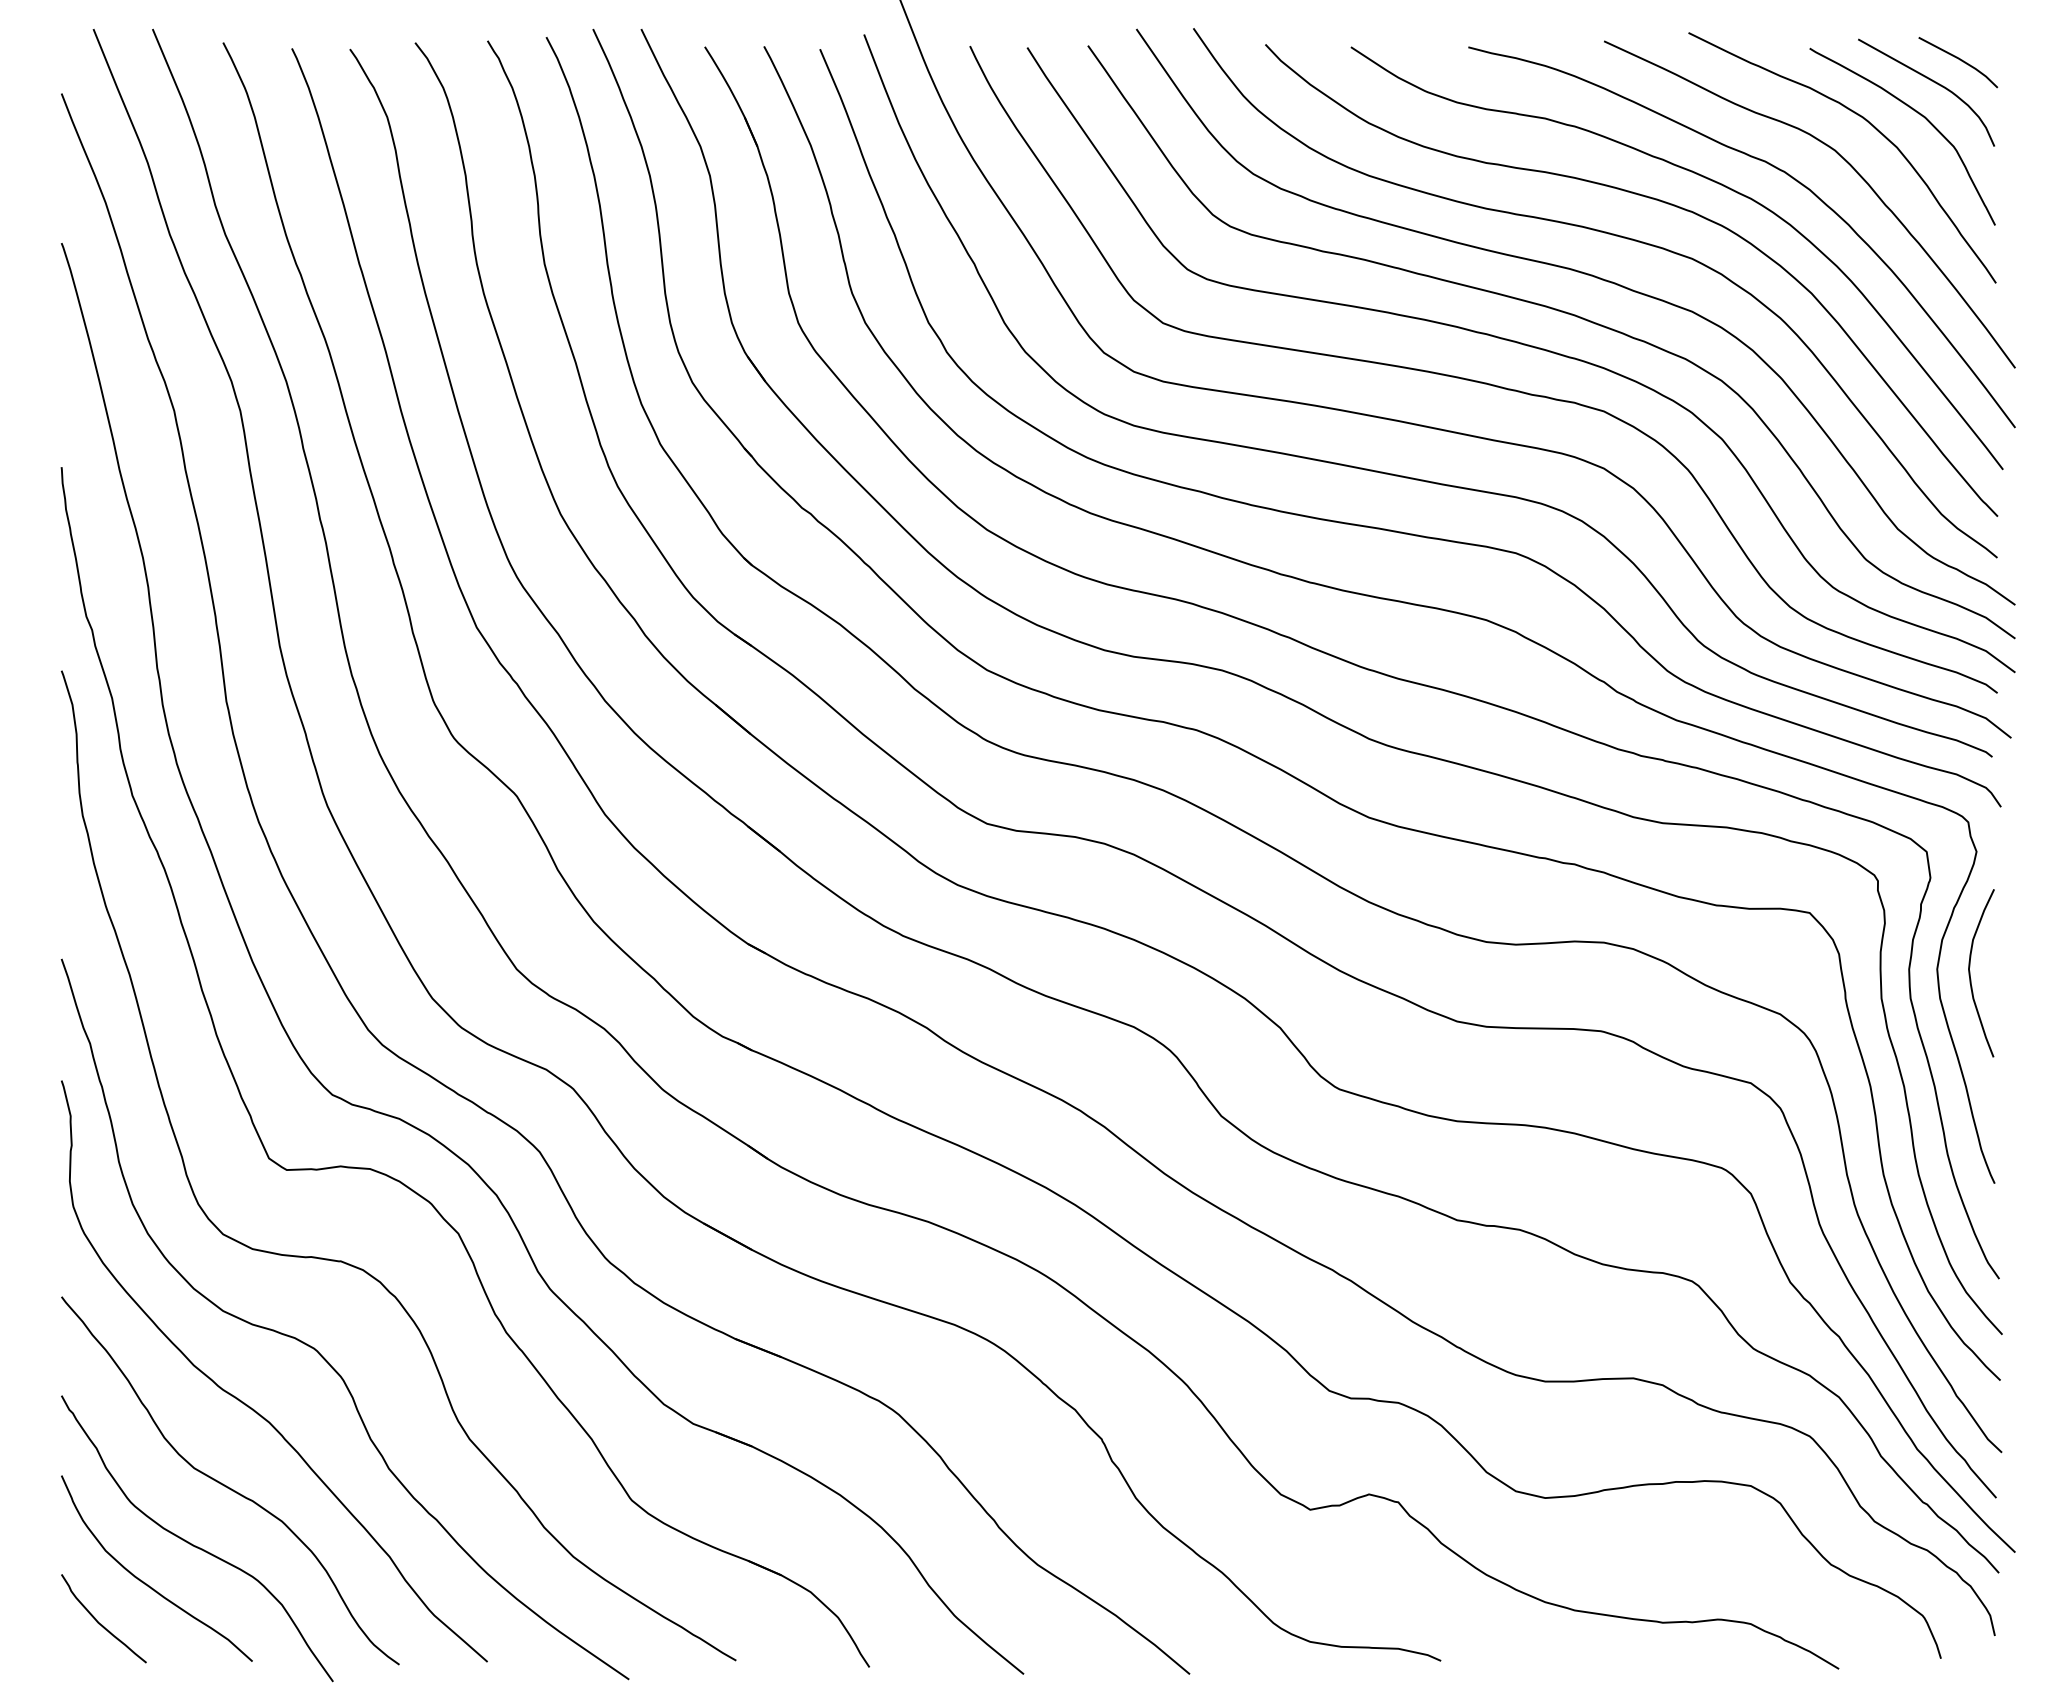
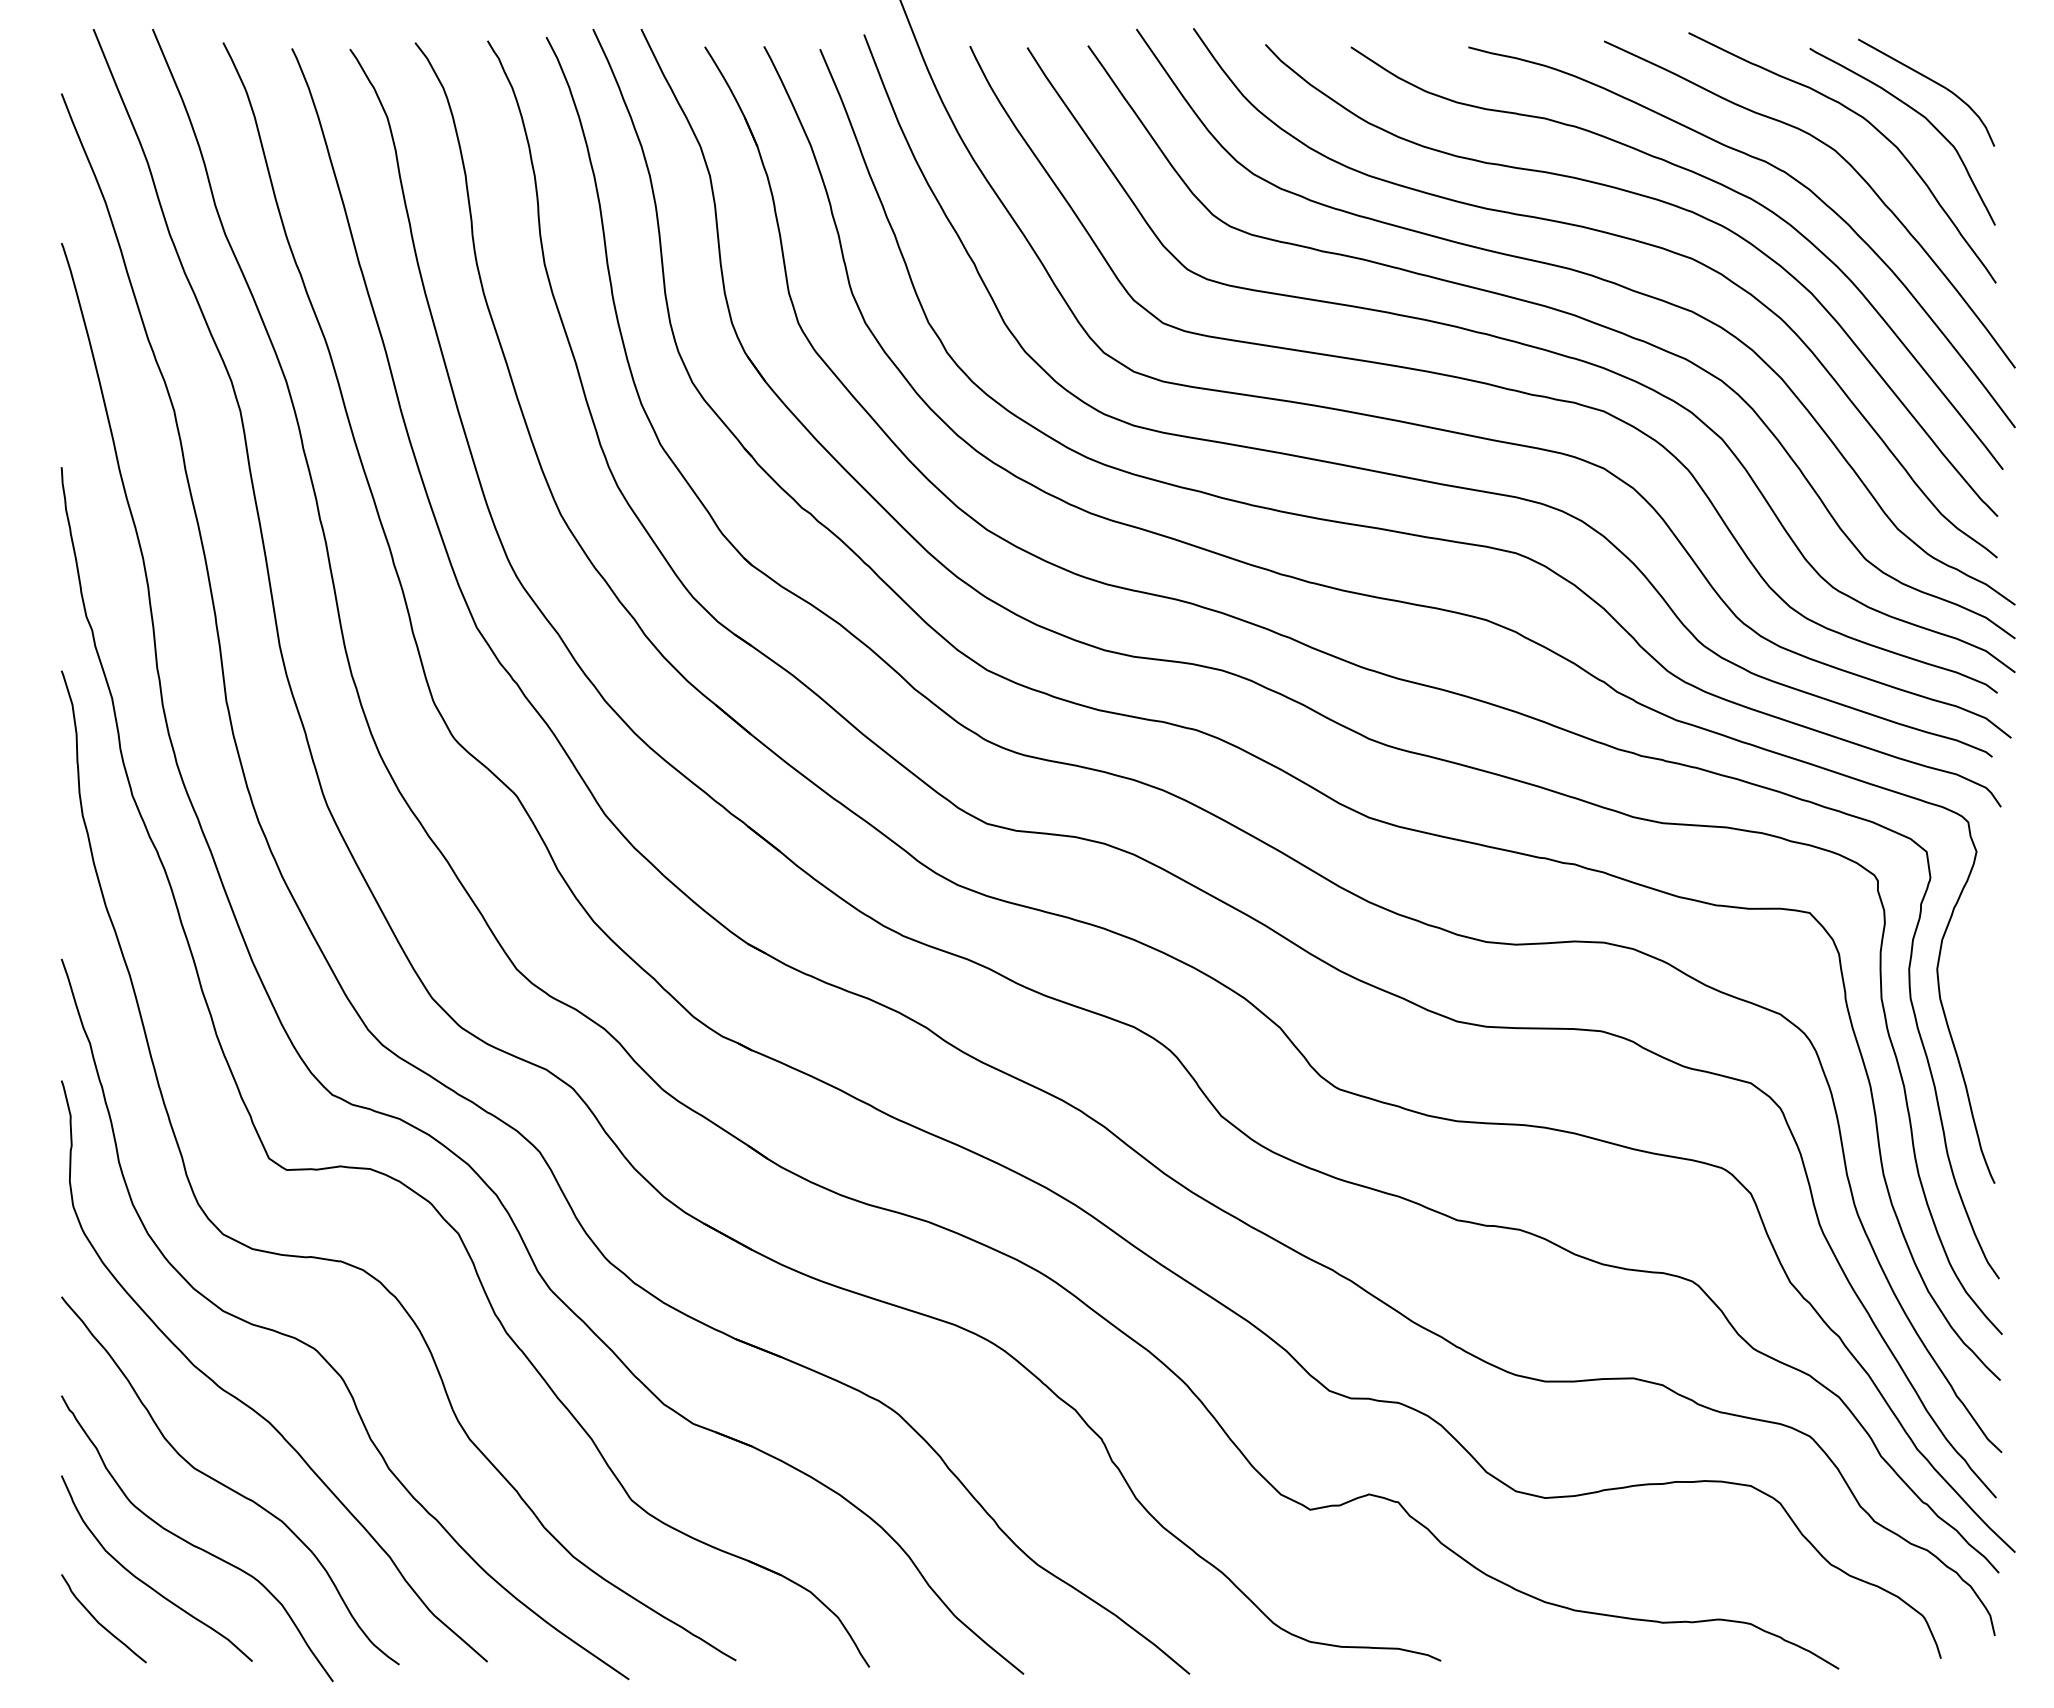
line at (1959, 60): present -> none
curve at (1970, 973): present -> none
